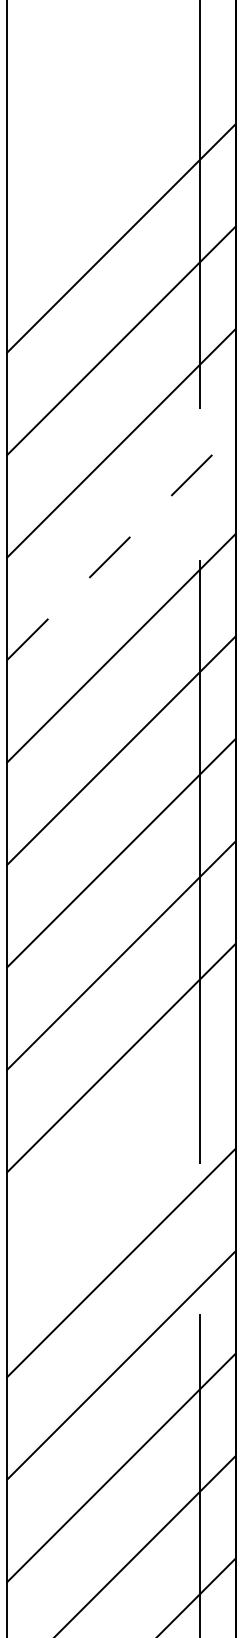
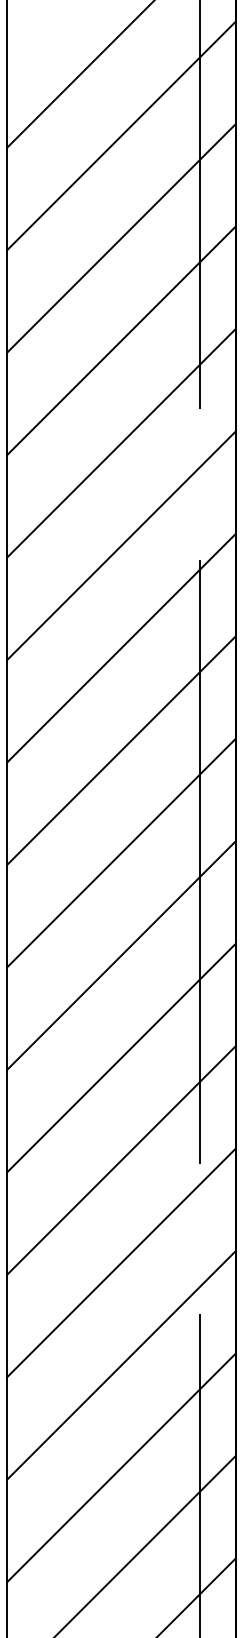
line at (79, 74): none -> present
line at (121, 135): none -> present
line at (121, 545): dashed -> solid
line at (121, 1160): none -> present
